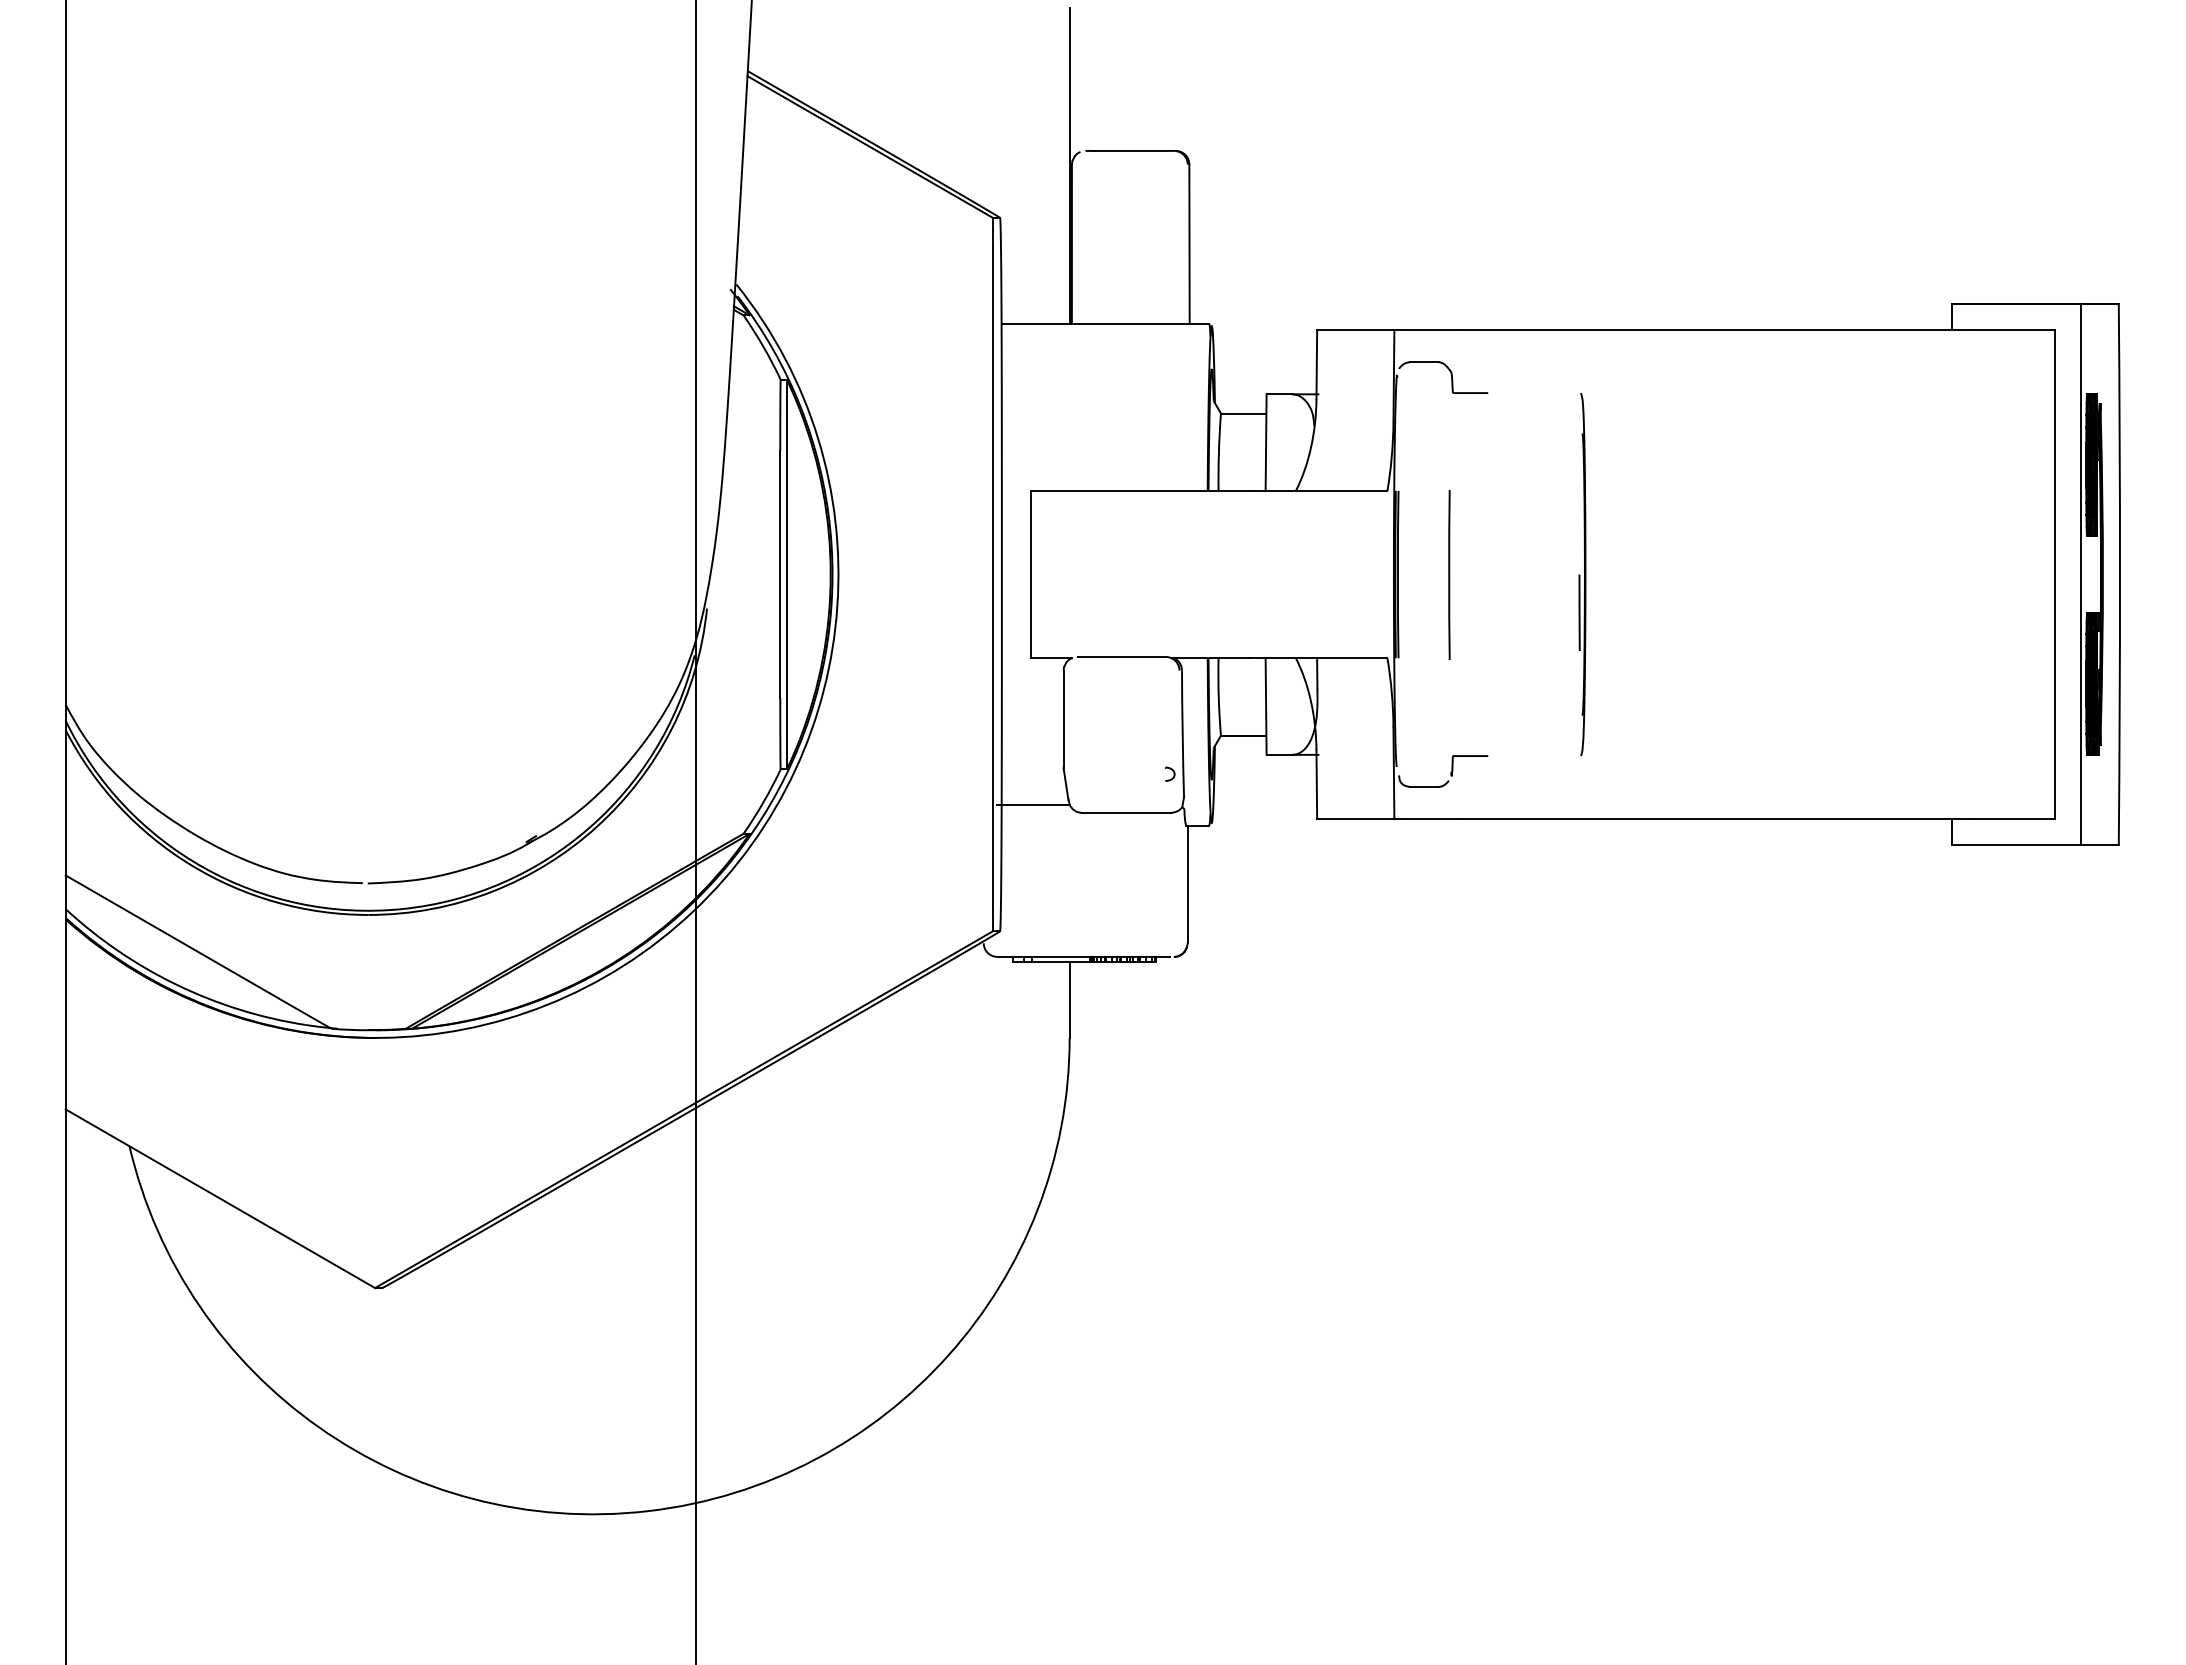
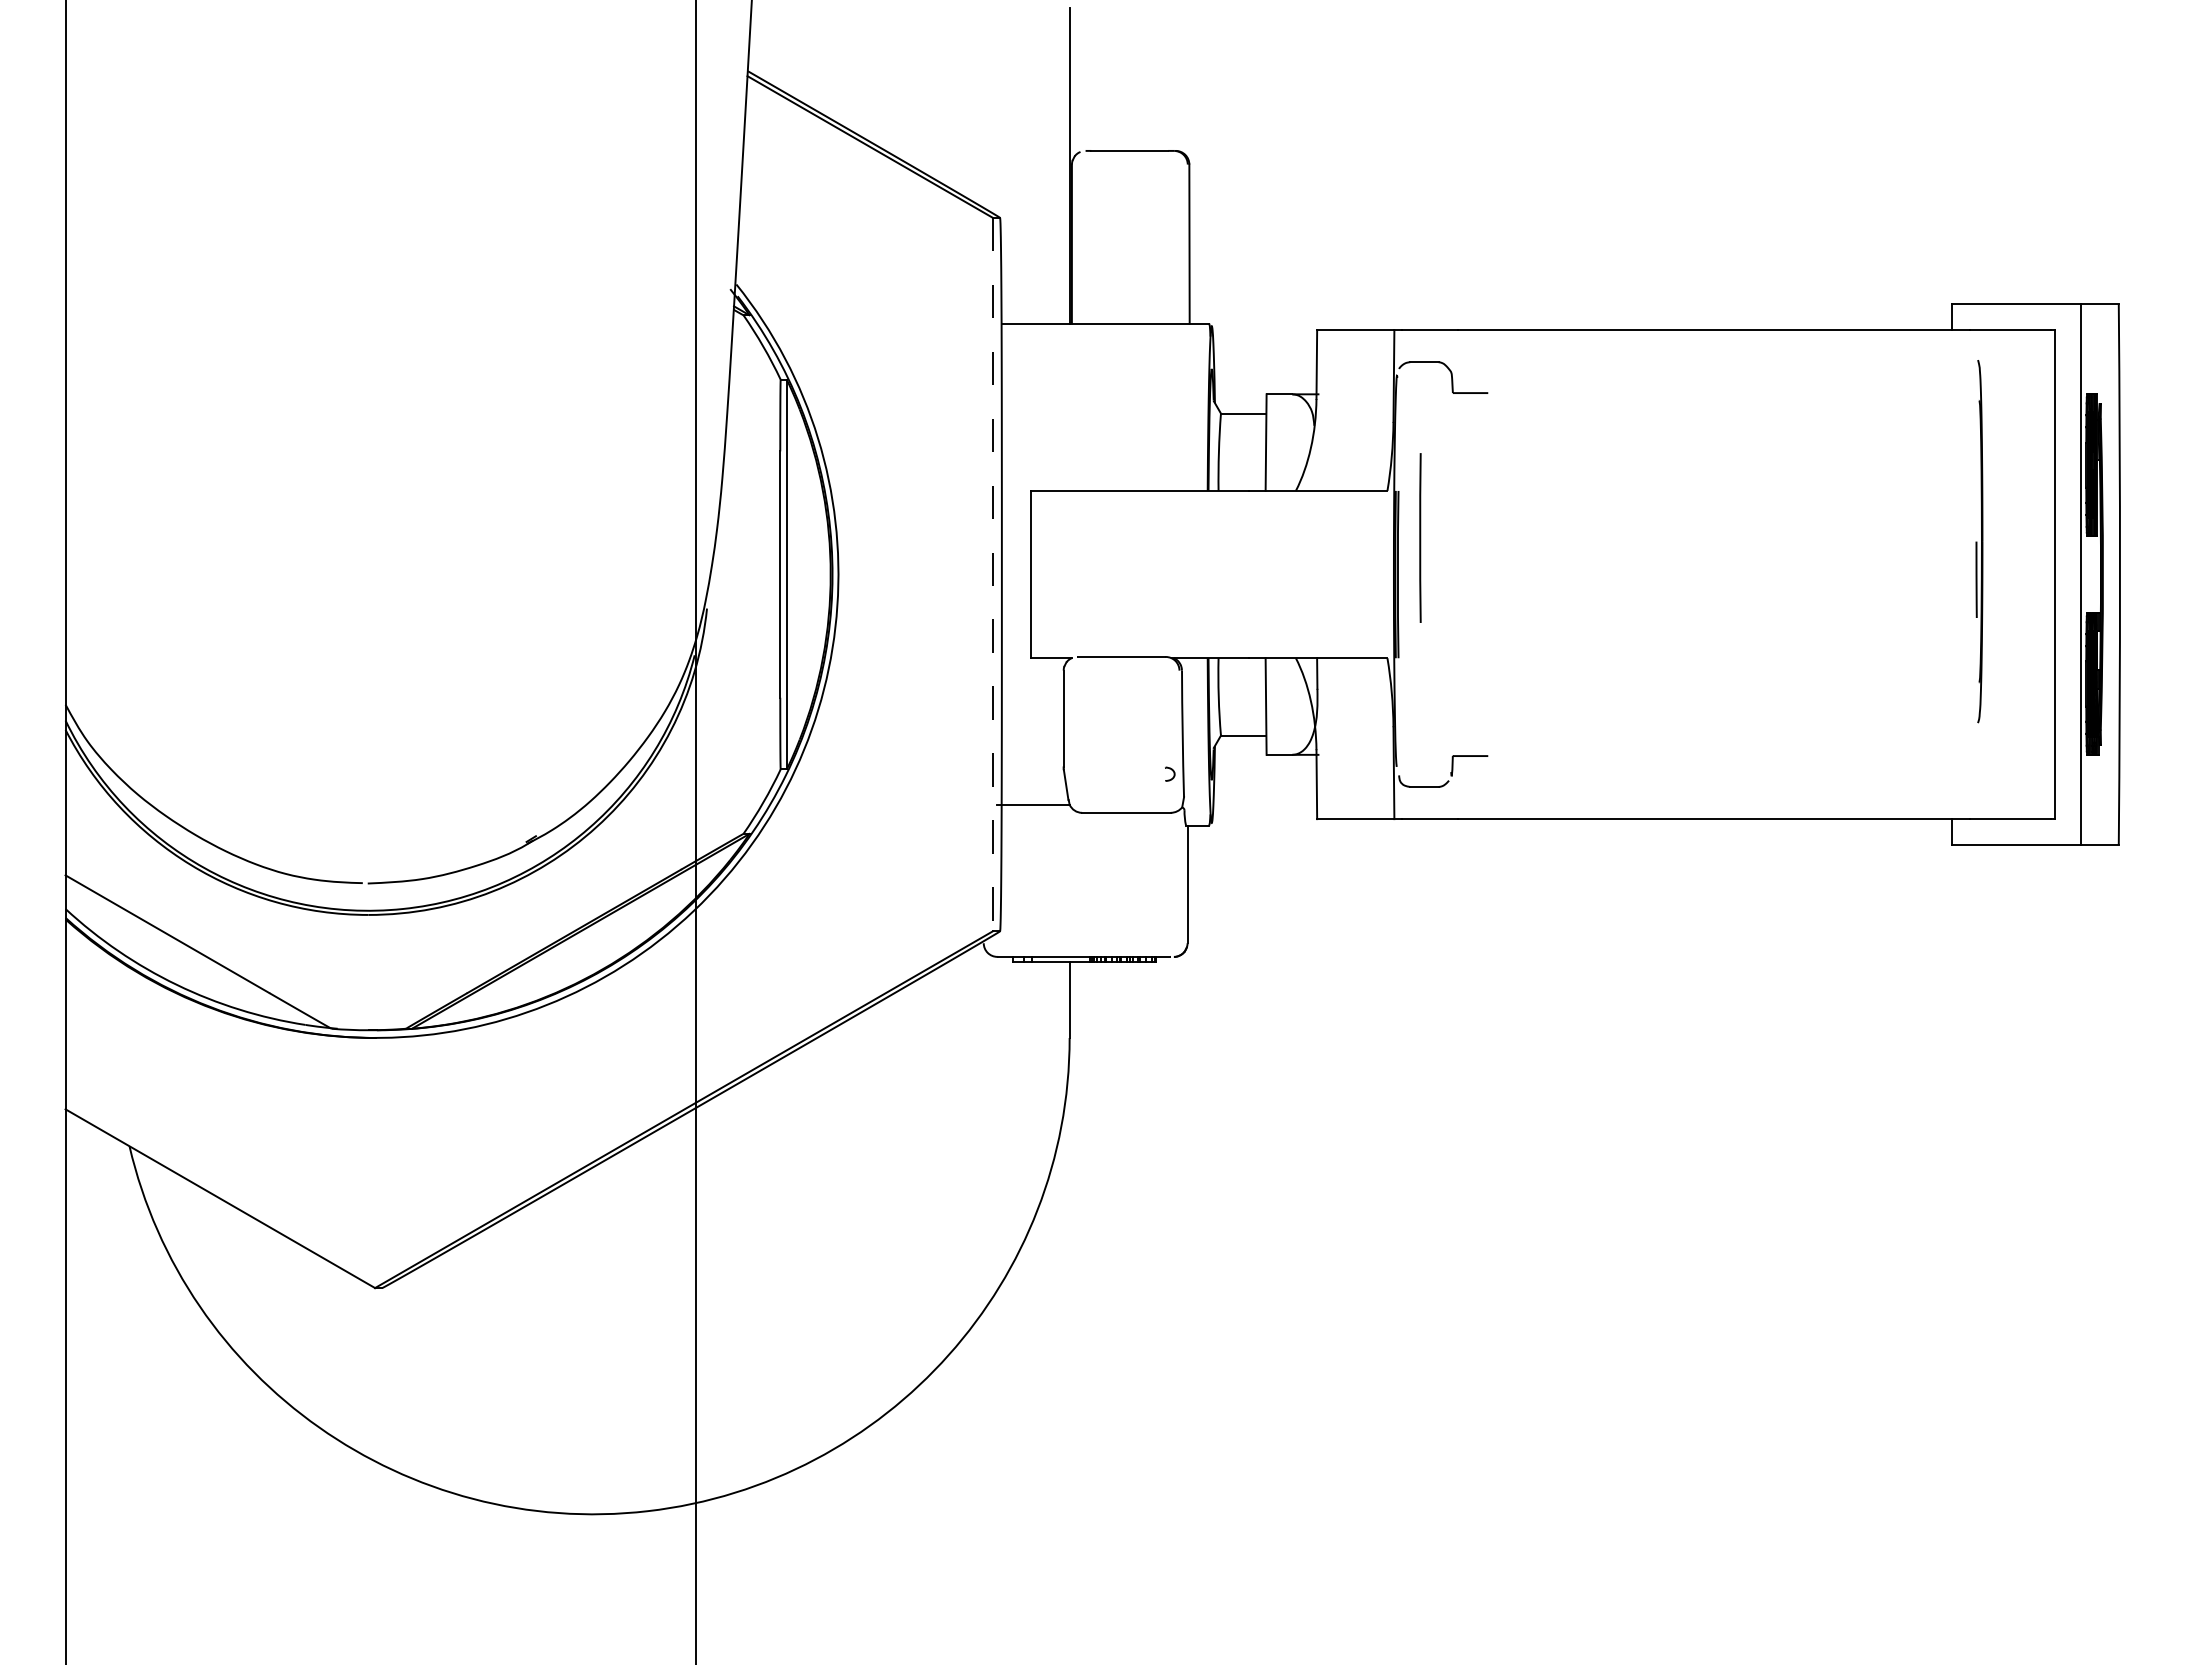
line at (992, 574): solid -> dashed
line at (1449, 574) position: (1449, 574) -> (1420, 537)
part at (1582, 574) position: (1582, 574) -> (1979, 541)
